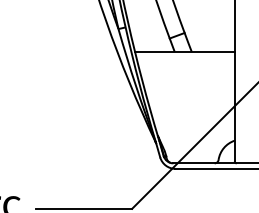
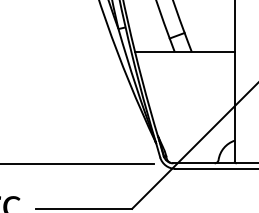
line at (78, 163): none -> present
